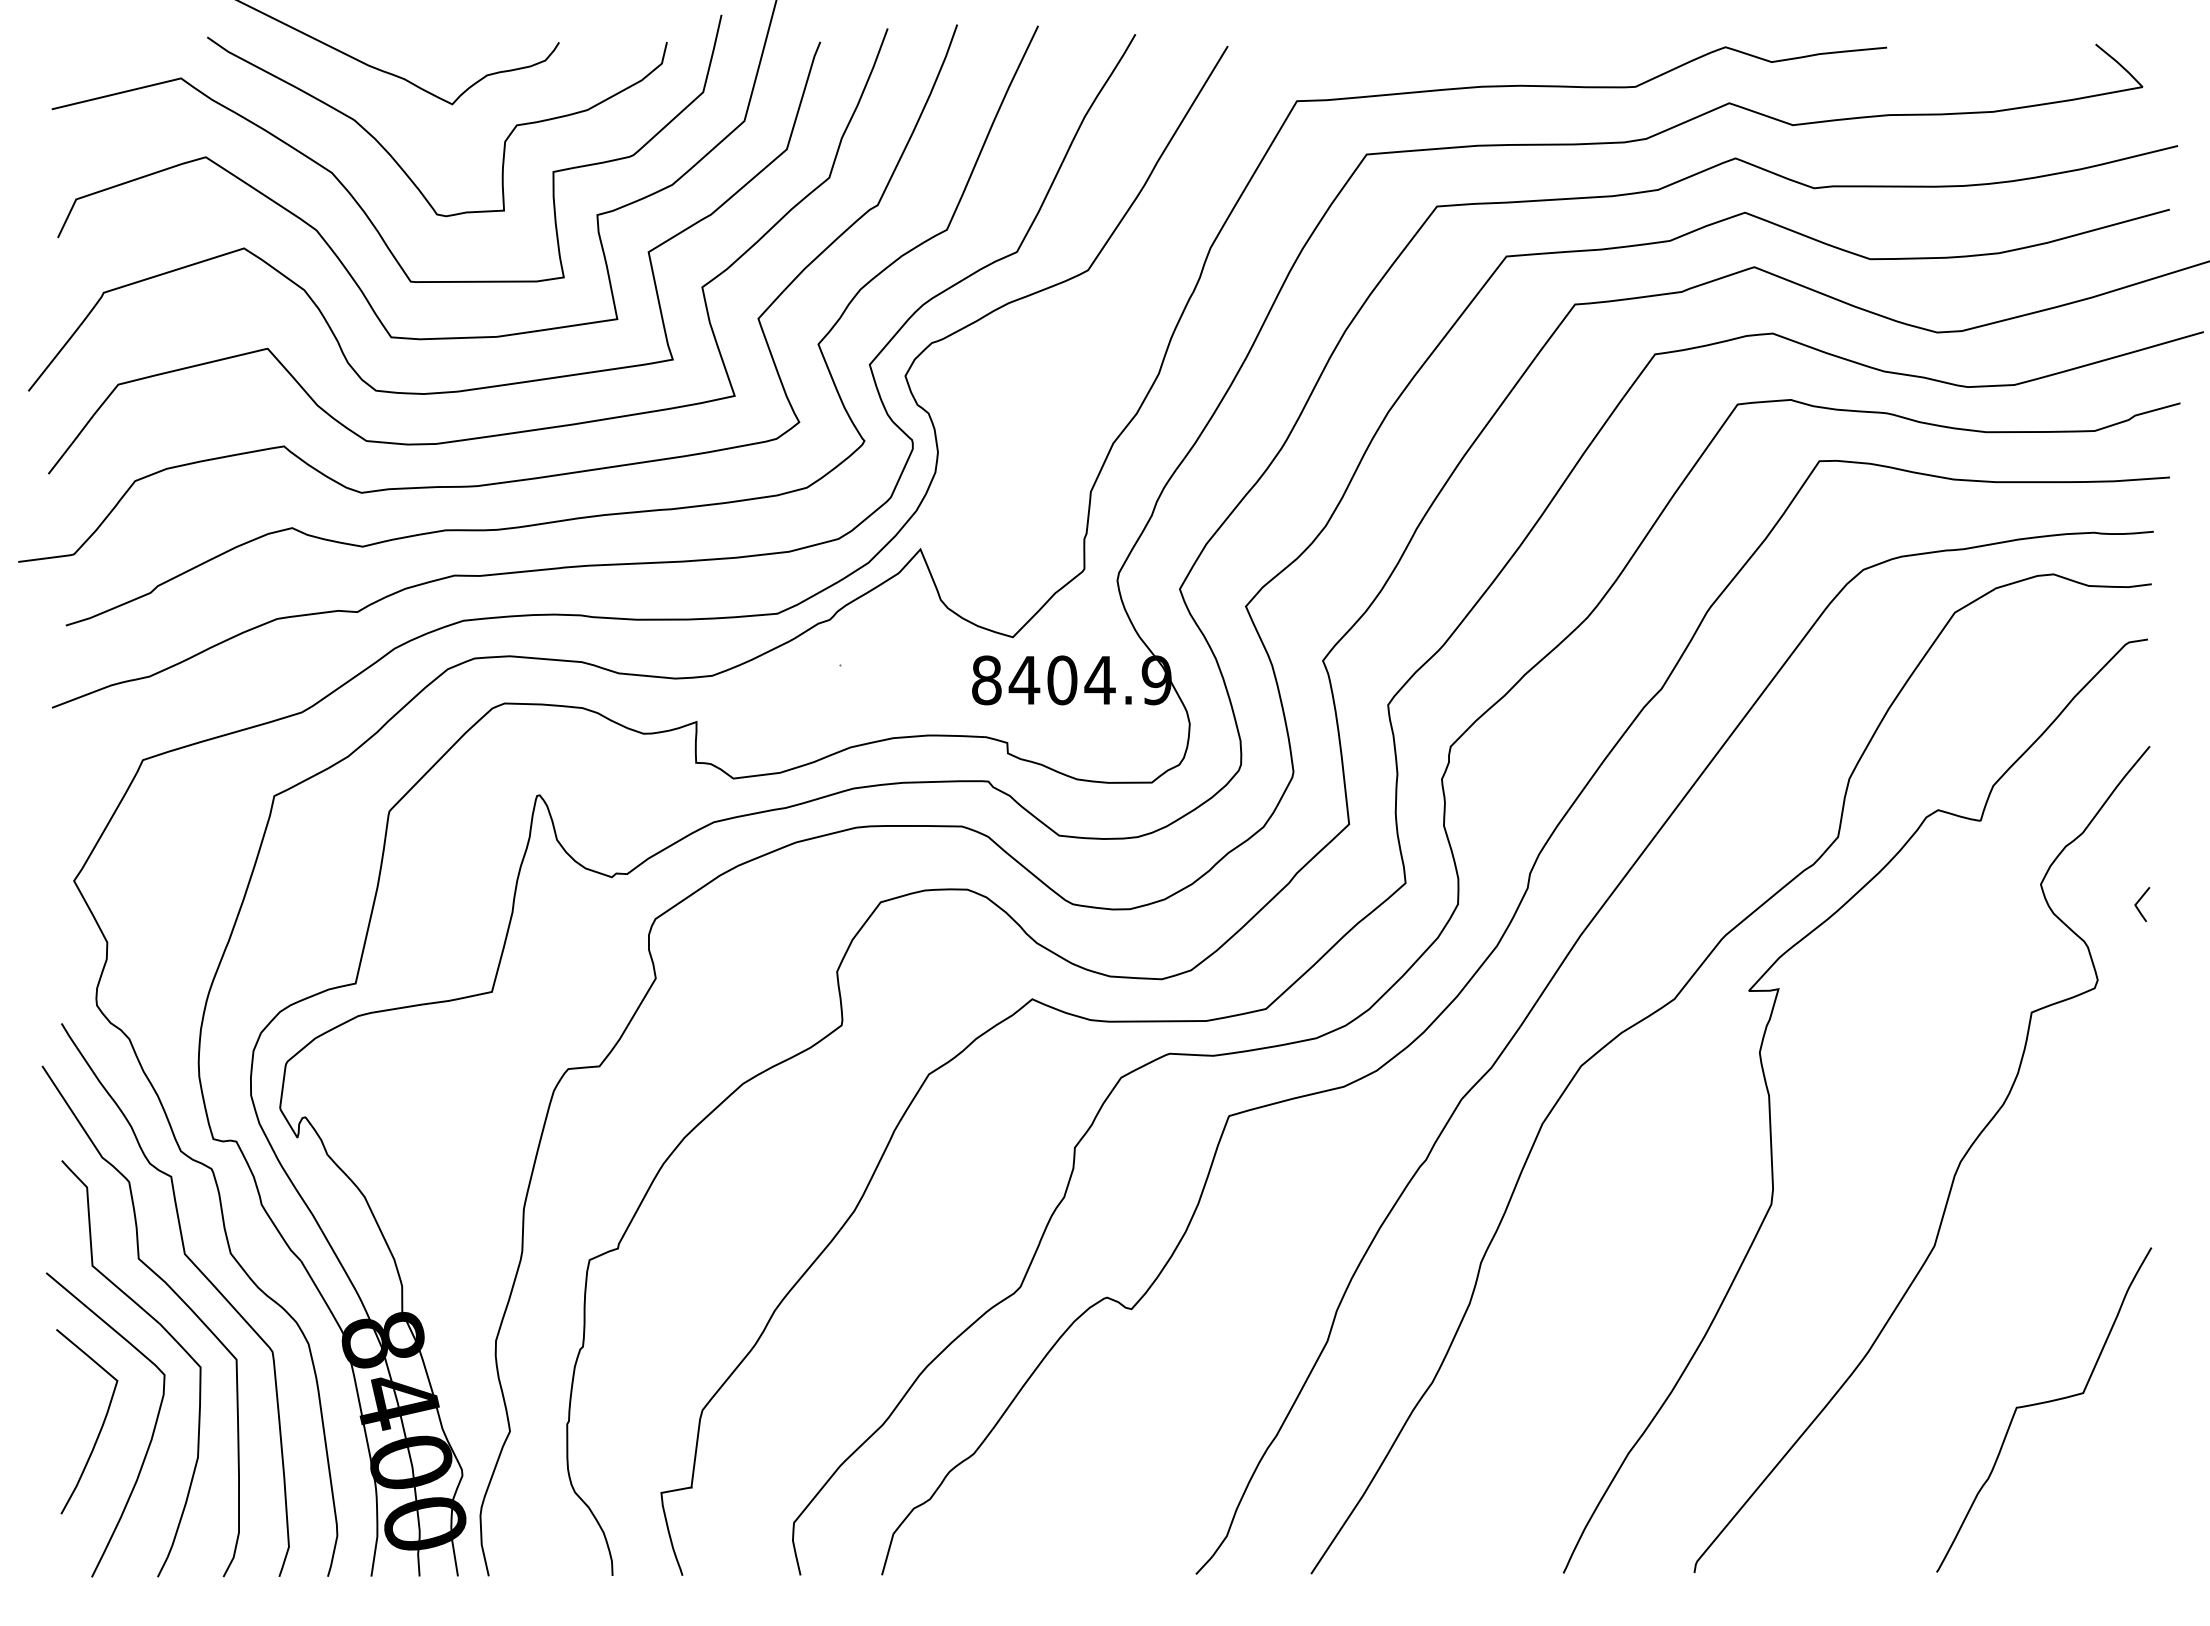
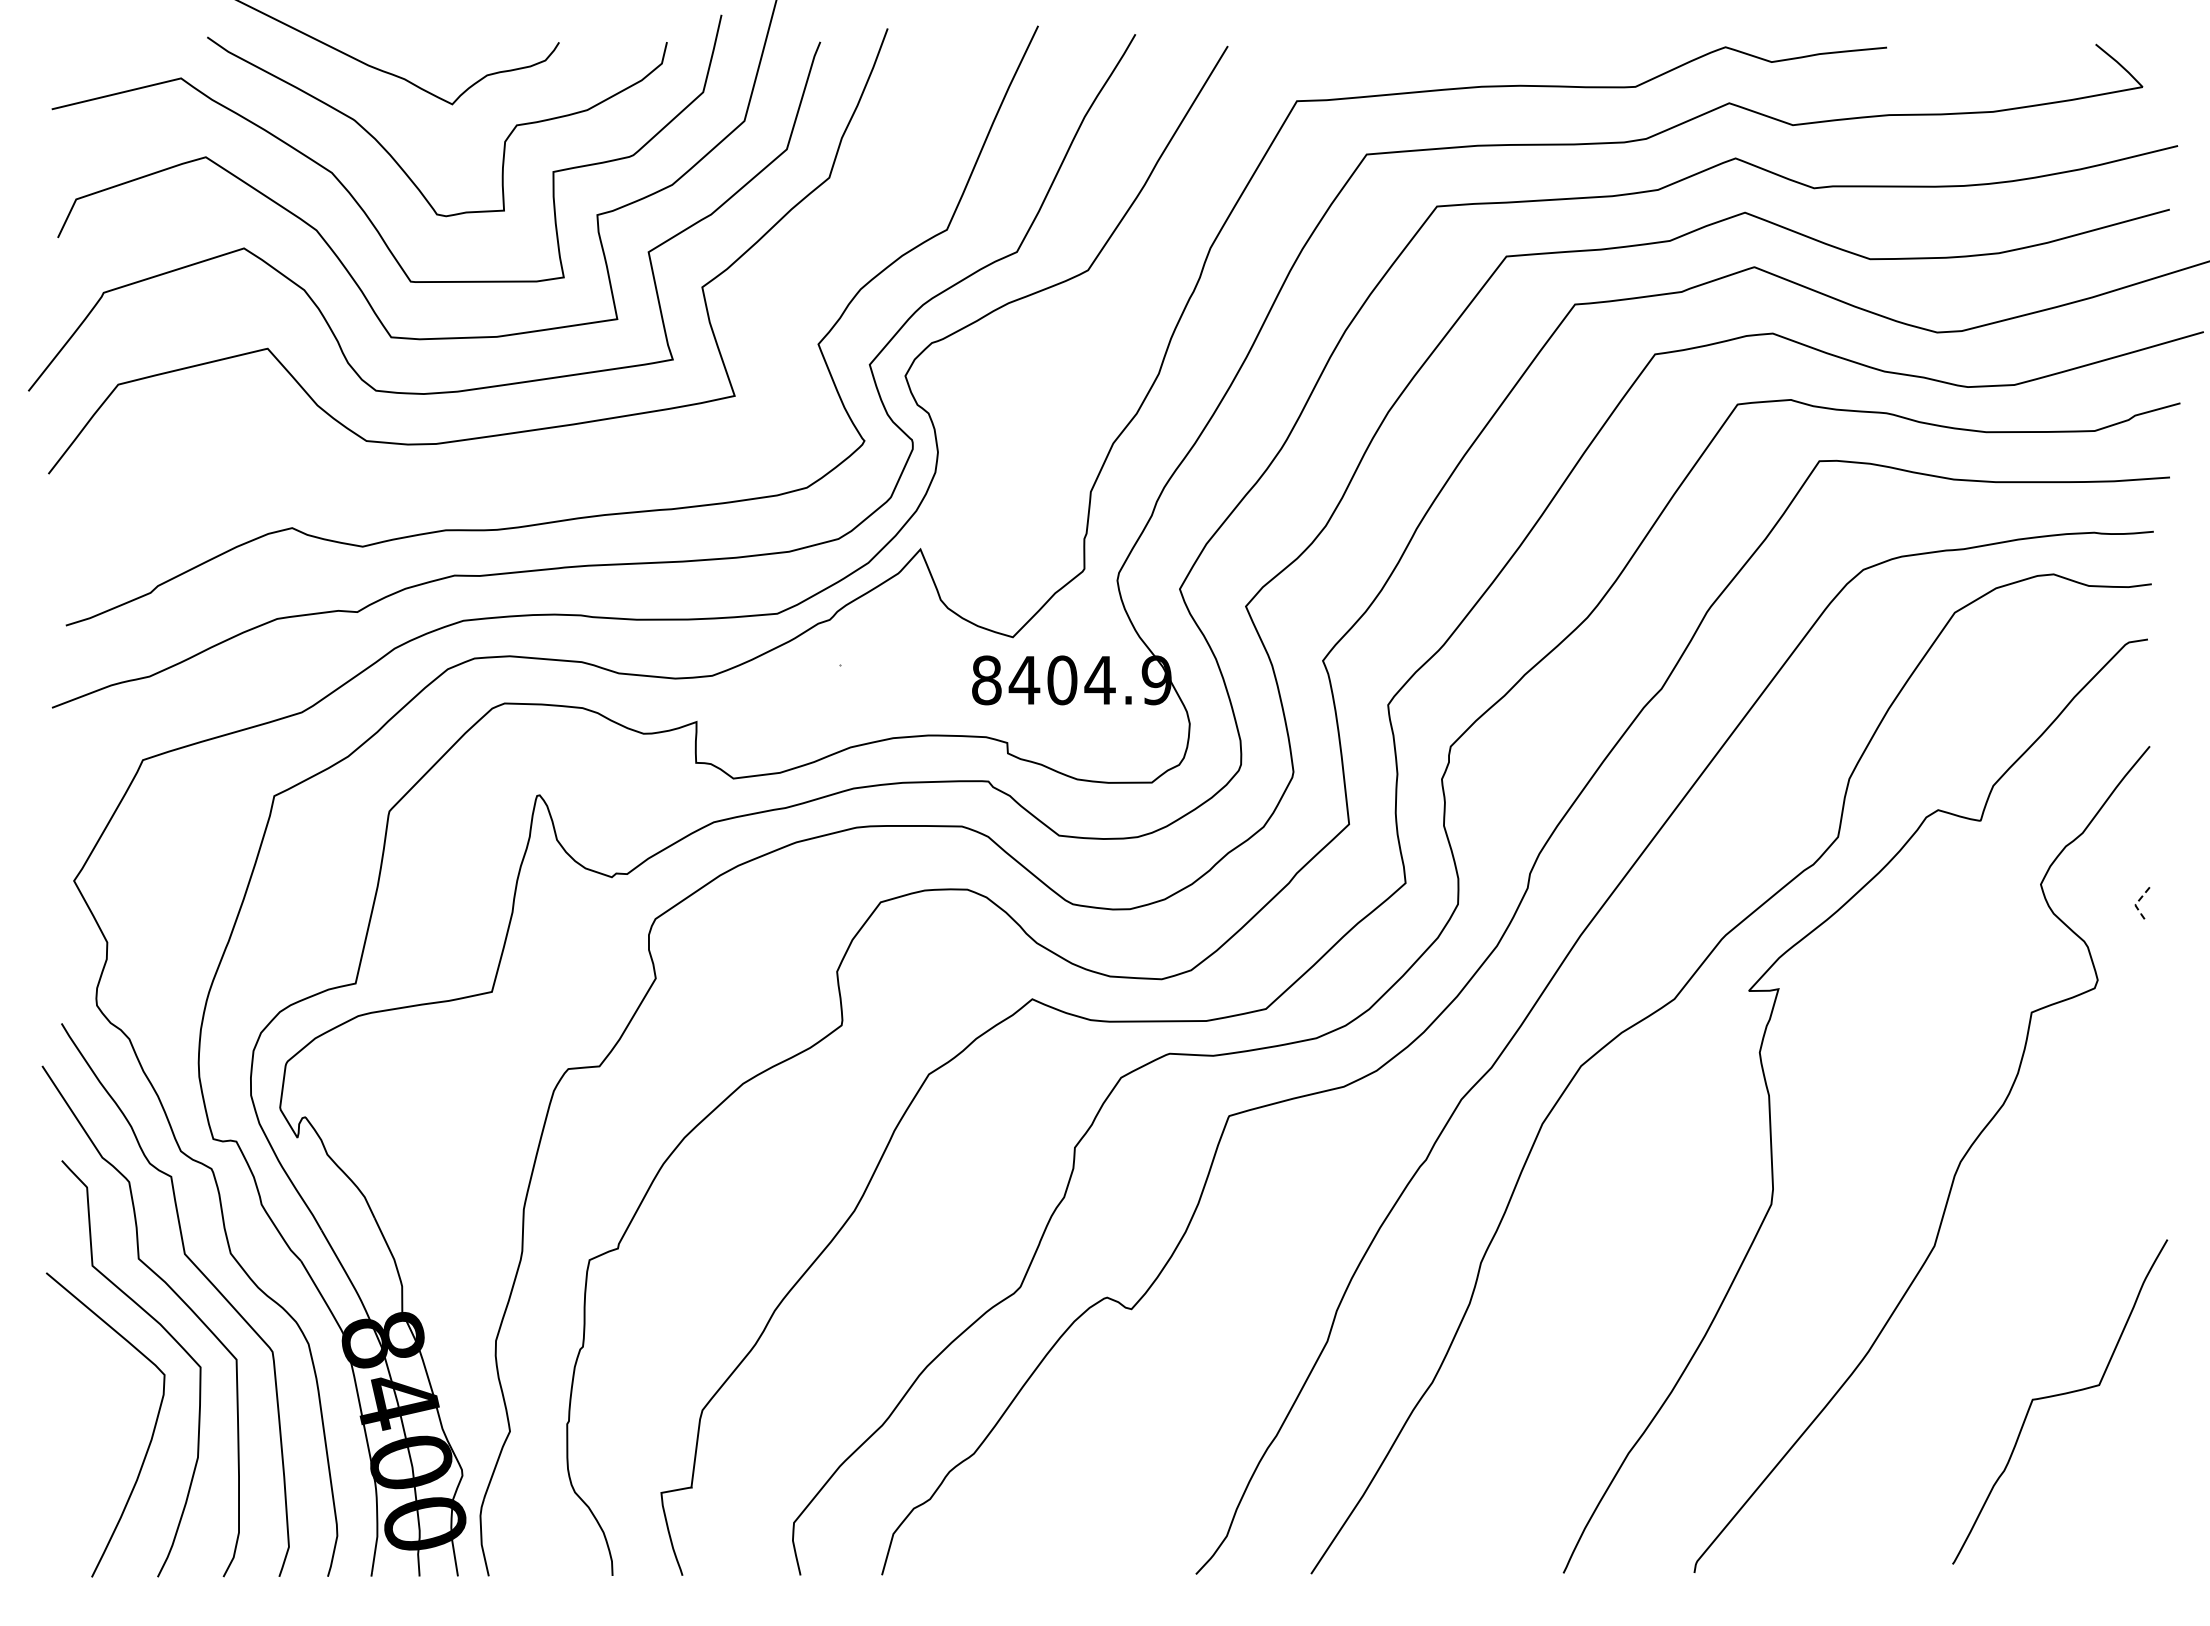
curve at (509, 480): present -> none
line at (2135, 905): solid -> dashed
curve at (2041, 1404) position: (2041, 1404) -> (2057, 1396)
curve at (101, 1425): present -> none
